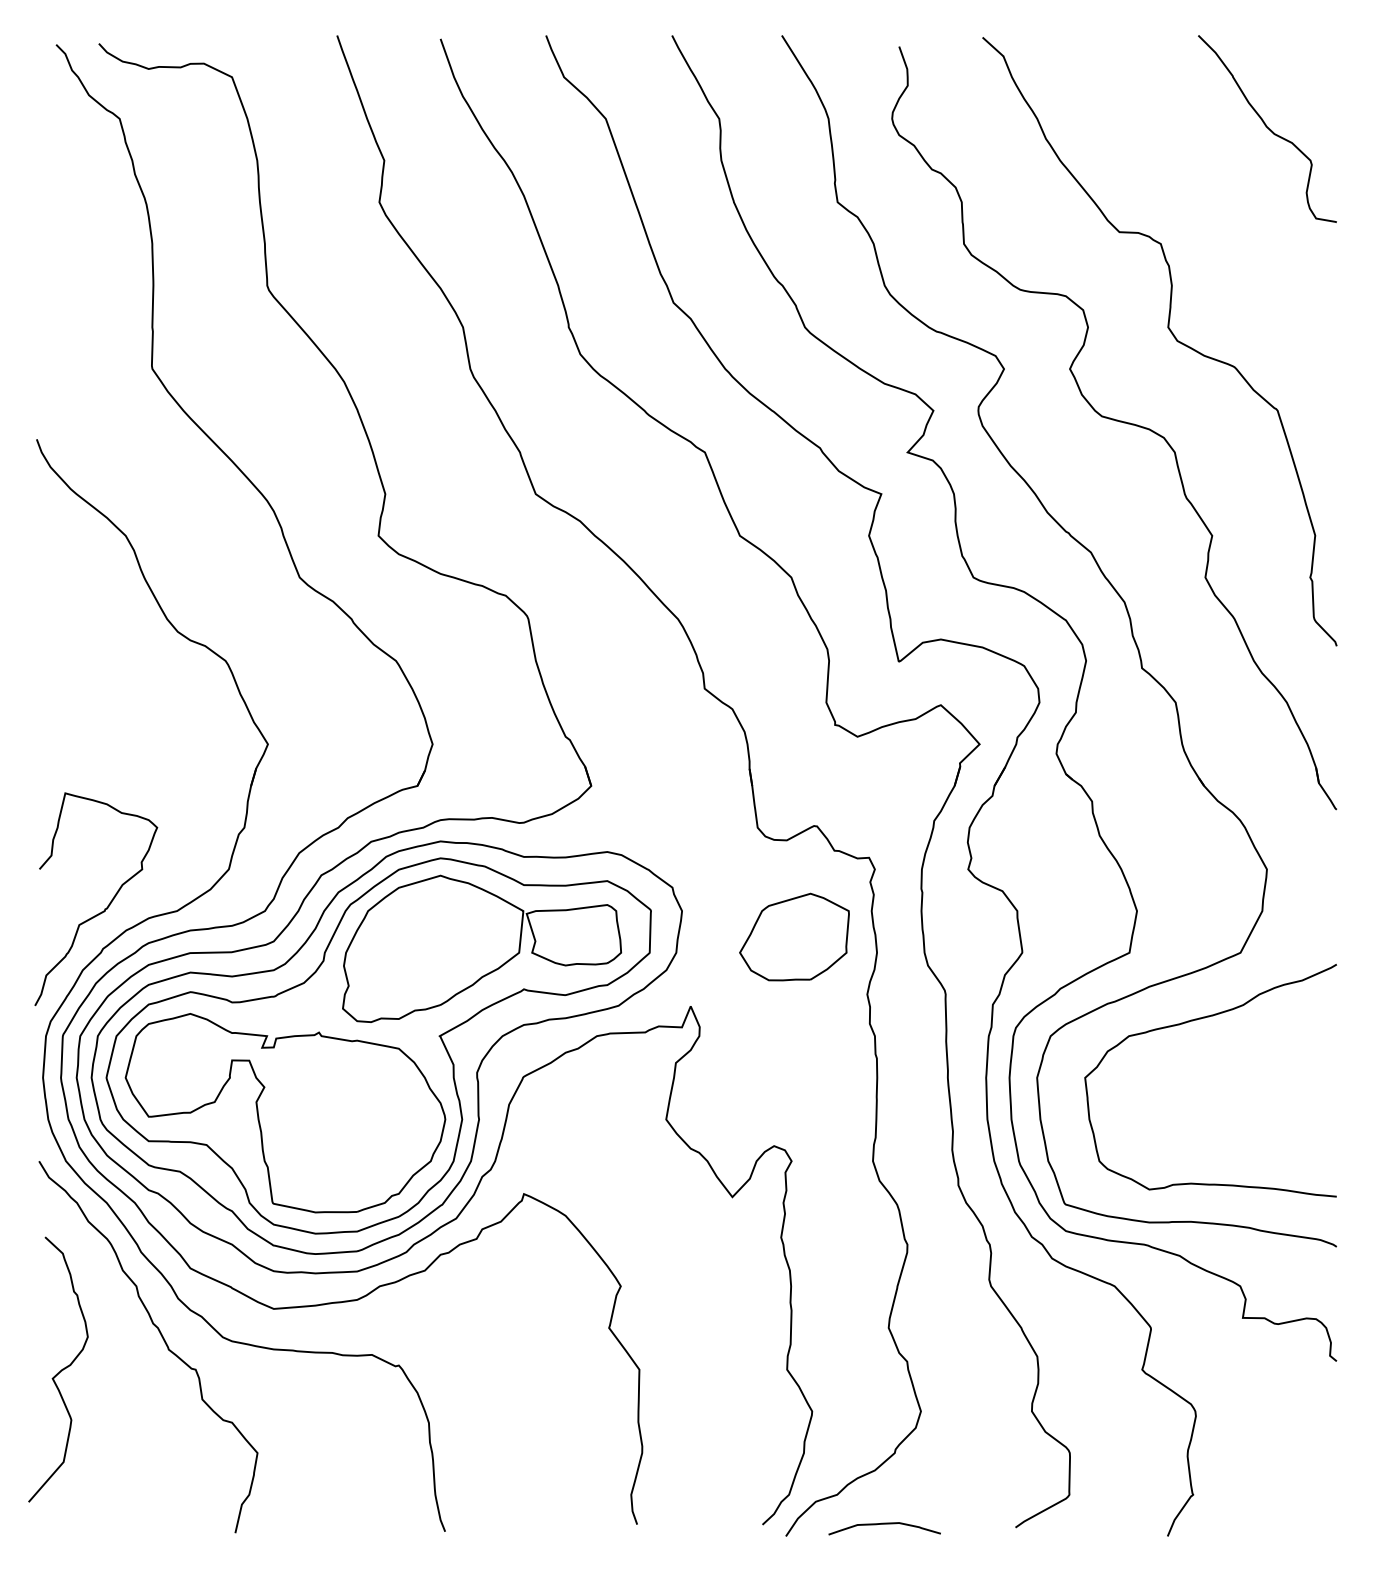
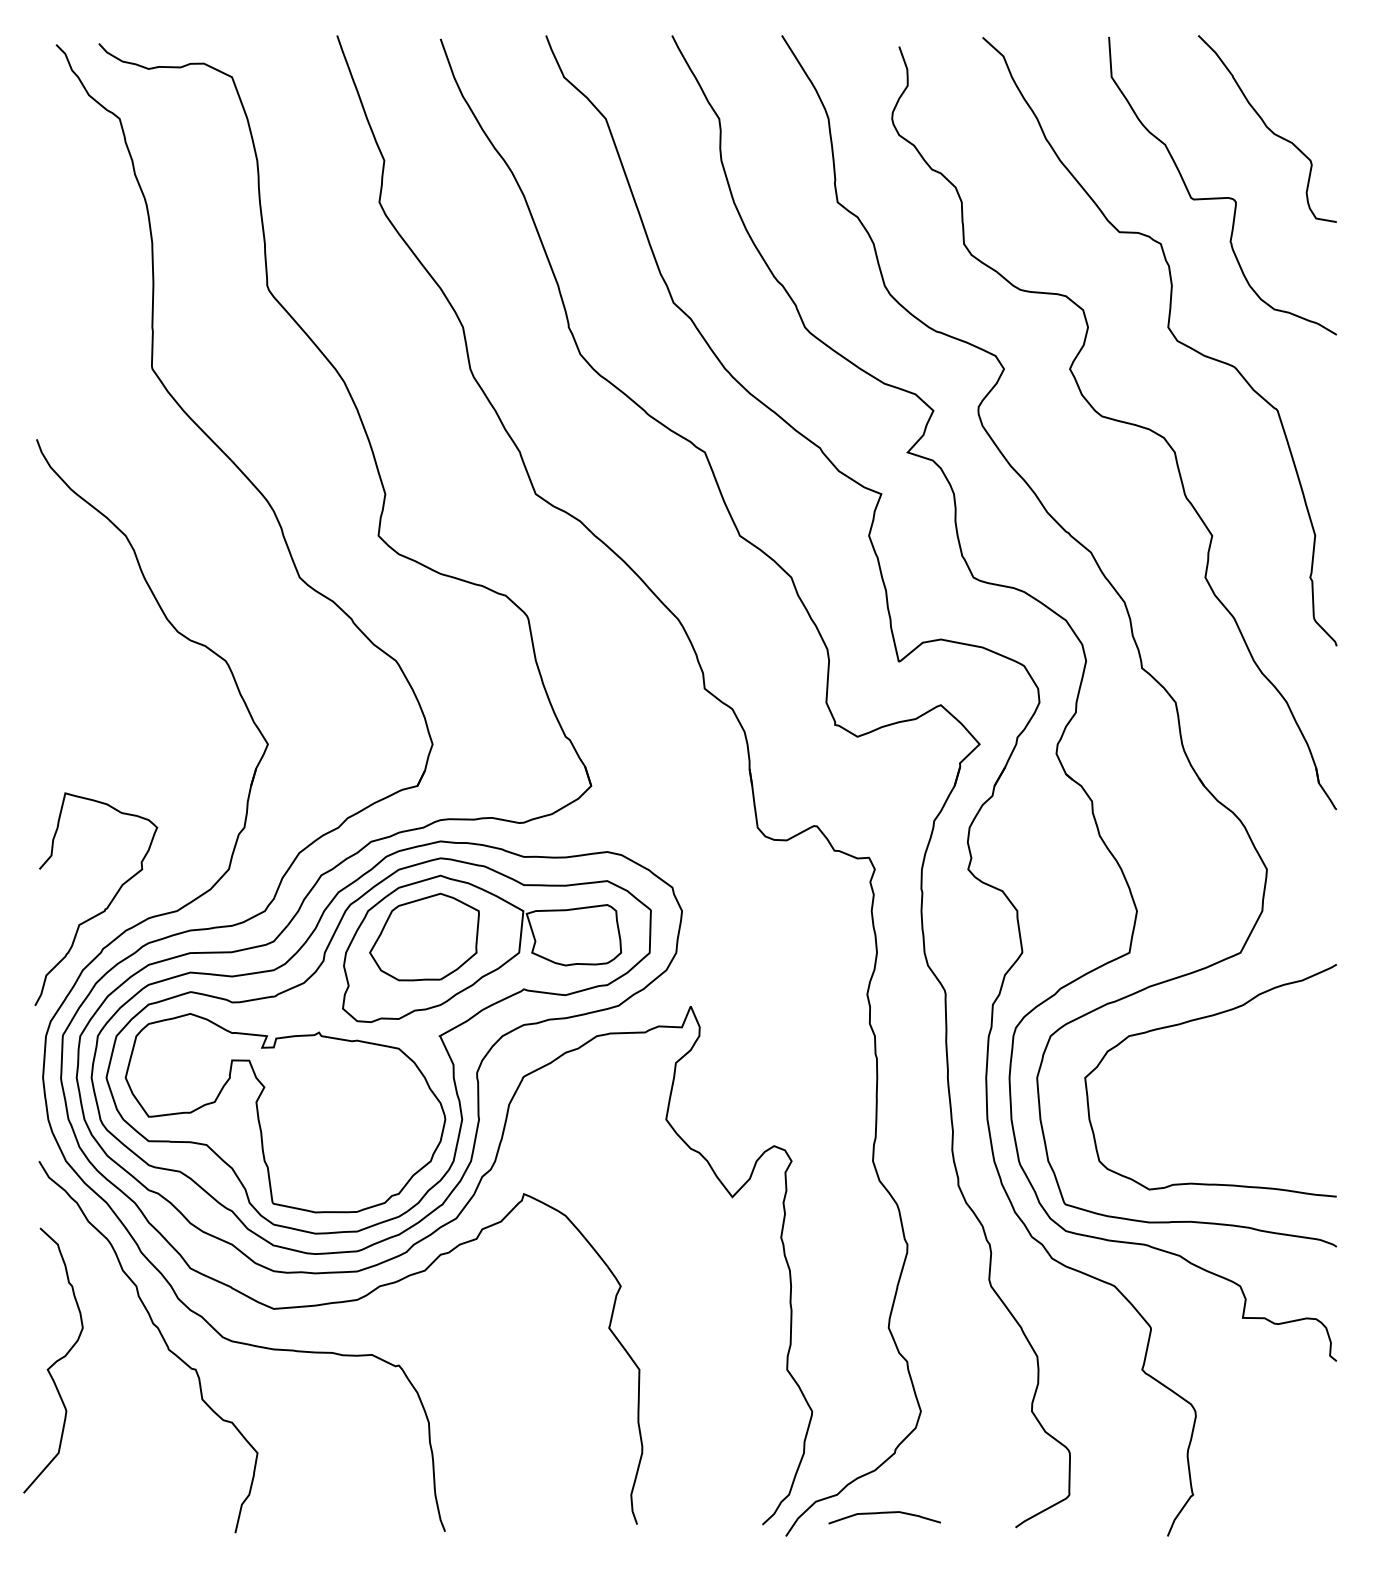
curve at (1222, 197): none -> present
part at (794, 936) position: (794, 936) -> (424, 936)
curve at (60, 1370) position: (60, 1370) -> (55, 1361)
curve at (884, 1524) position: (884, 1524) -> (884, 1513)
